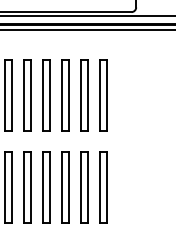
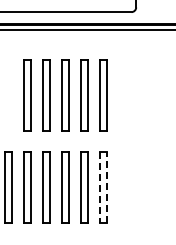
line at (87, 15): present -> none
part at (8, 95): present -> none
line at (106, 187): solid -> dashed
line at (99, 188): solid -> dashed
